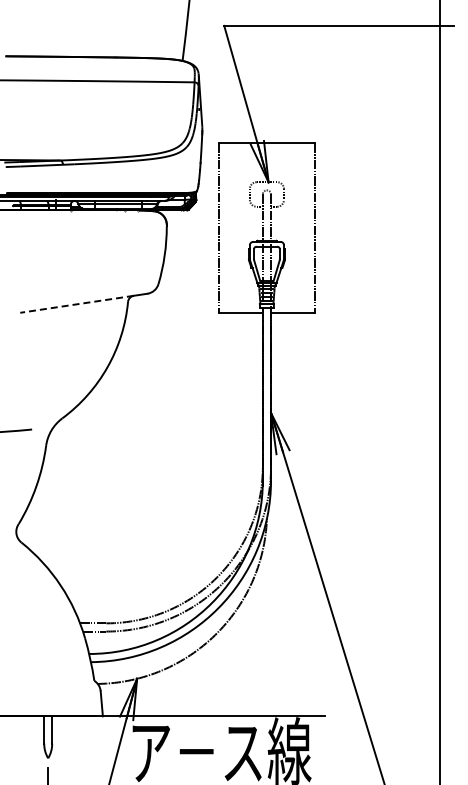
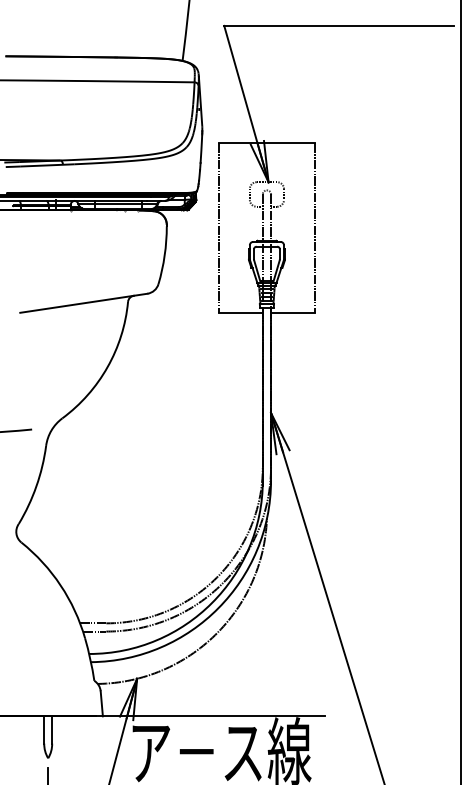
line at (76, 304): dashed -> solid
line at (440, 391) position: (440, 391) -> (461, 391)
